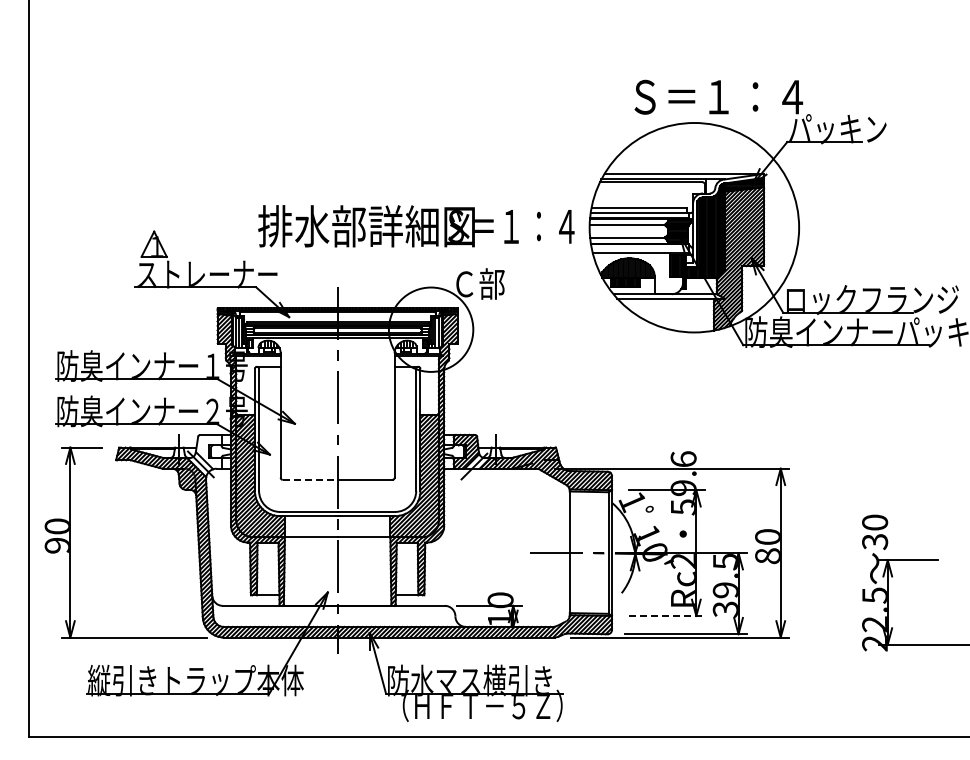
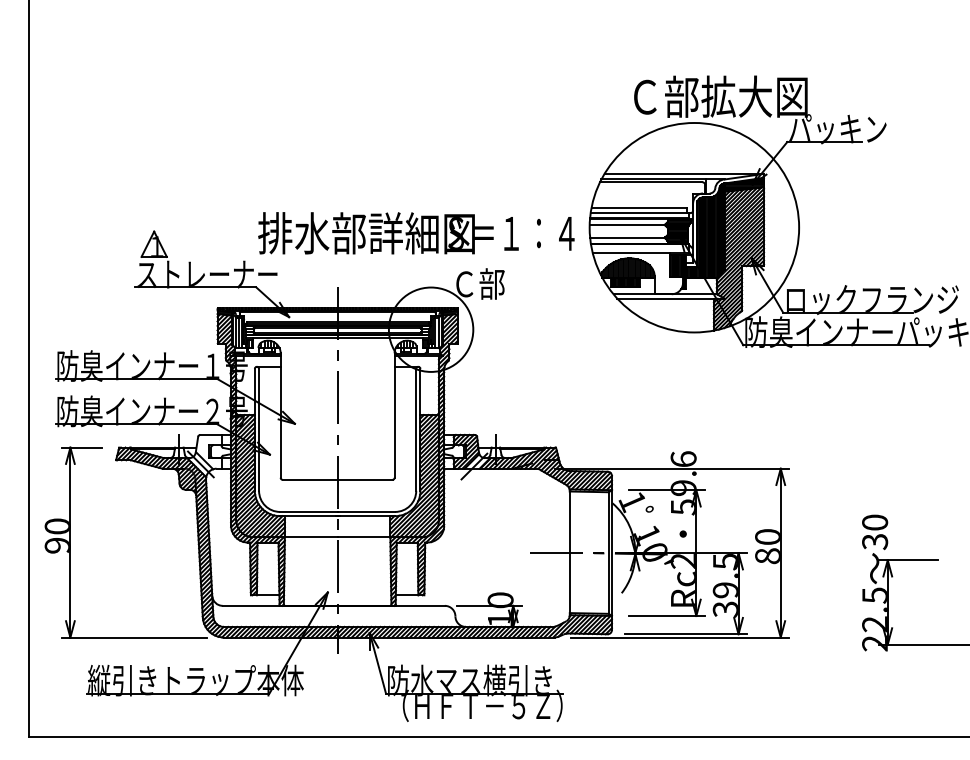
text at (720, 96): Ｓ＝１：４ -> Ｃ部拡大図
text at (416, 226) position: (416, 226) -> (416, 233)
line at (310, 479): dashed -> solid
line at (666, 615): dashed -> solid
